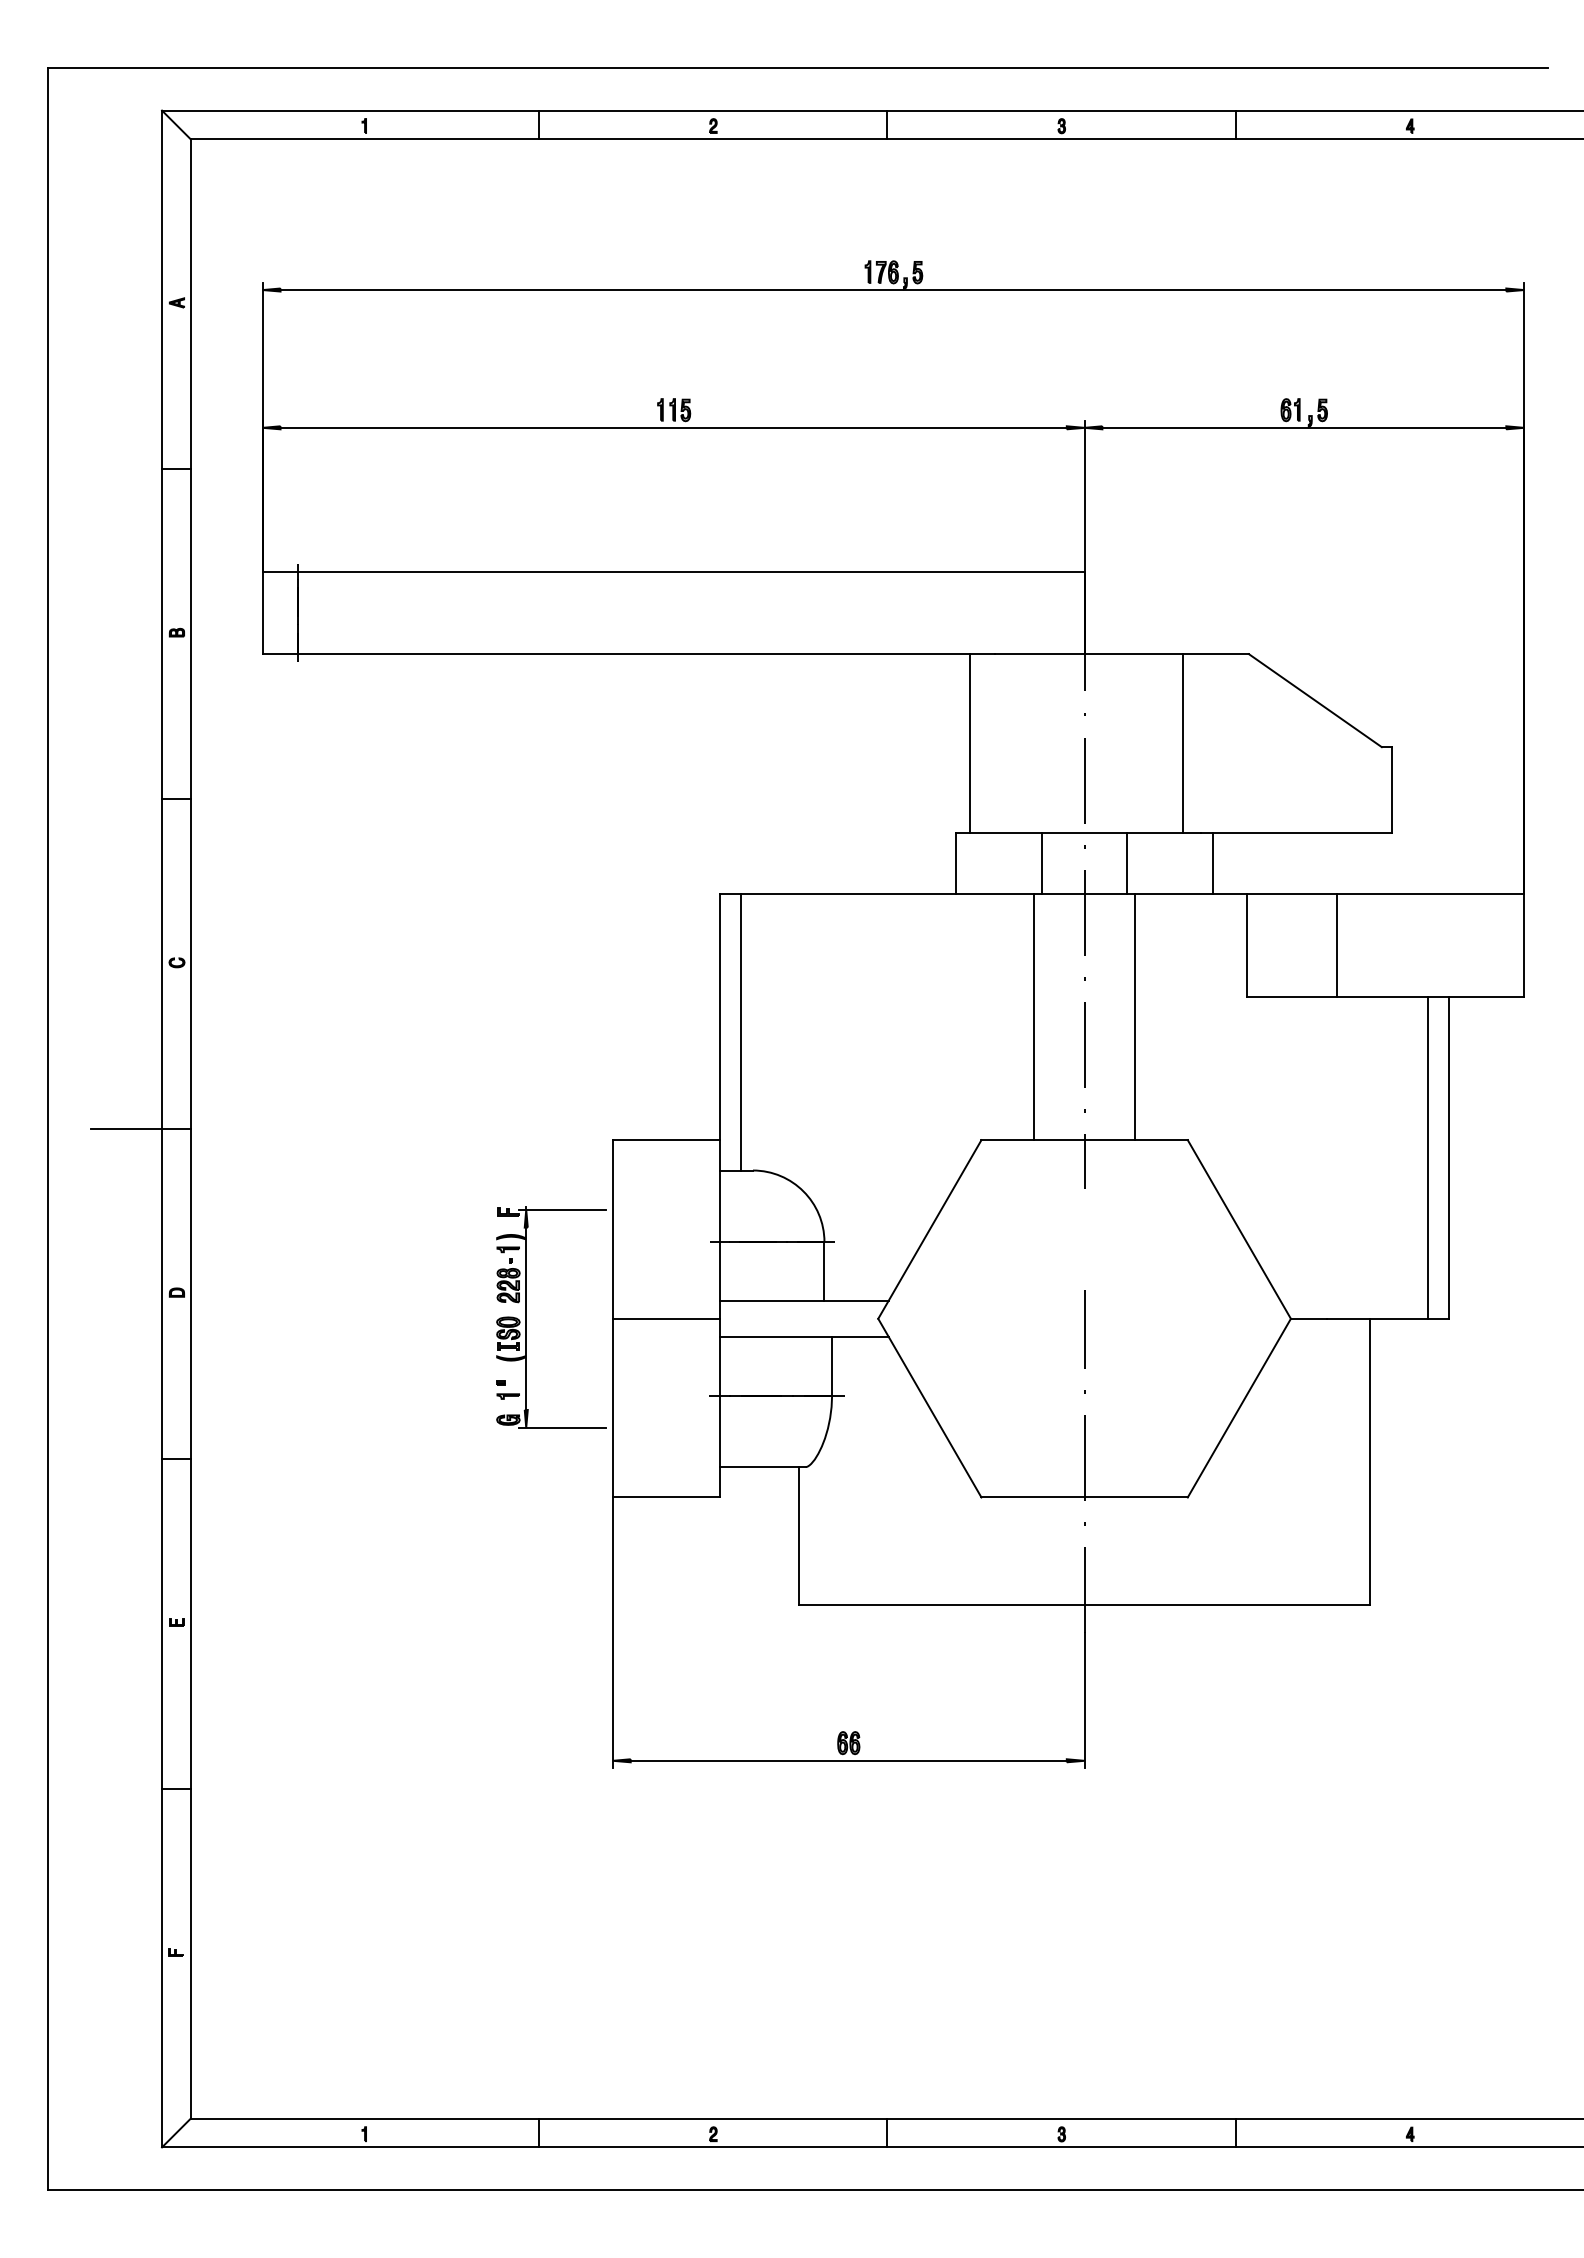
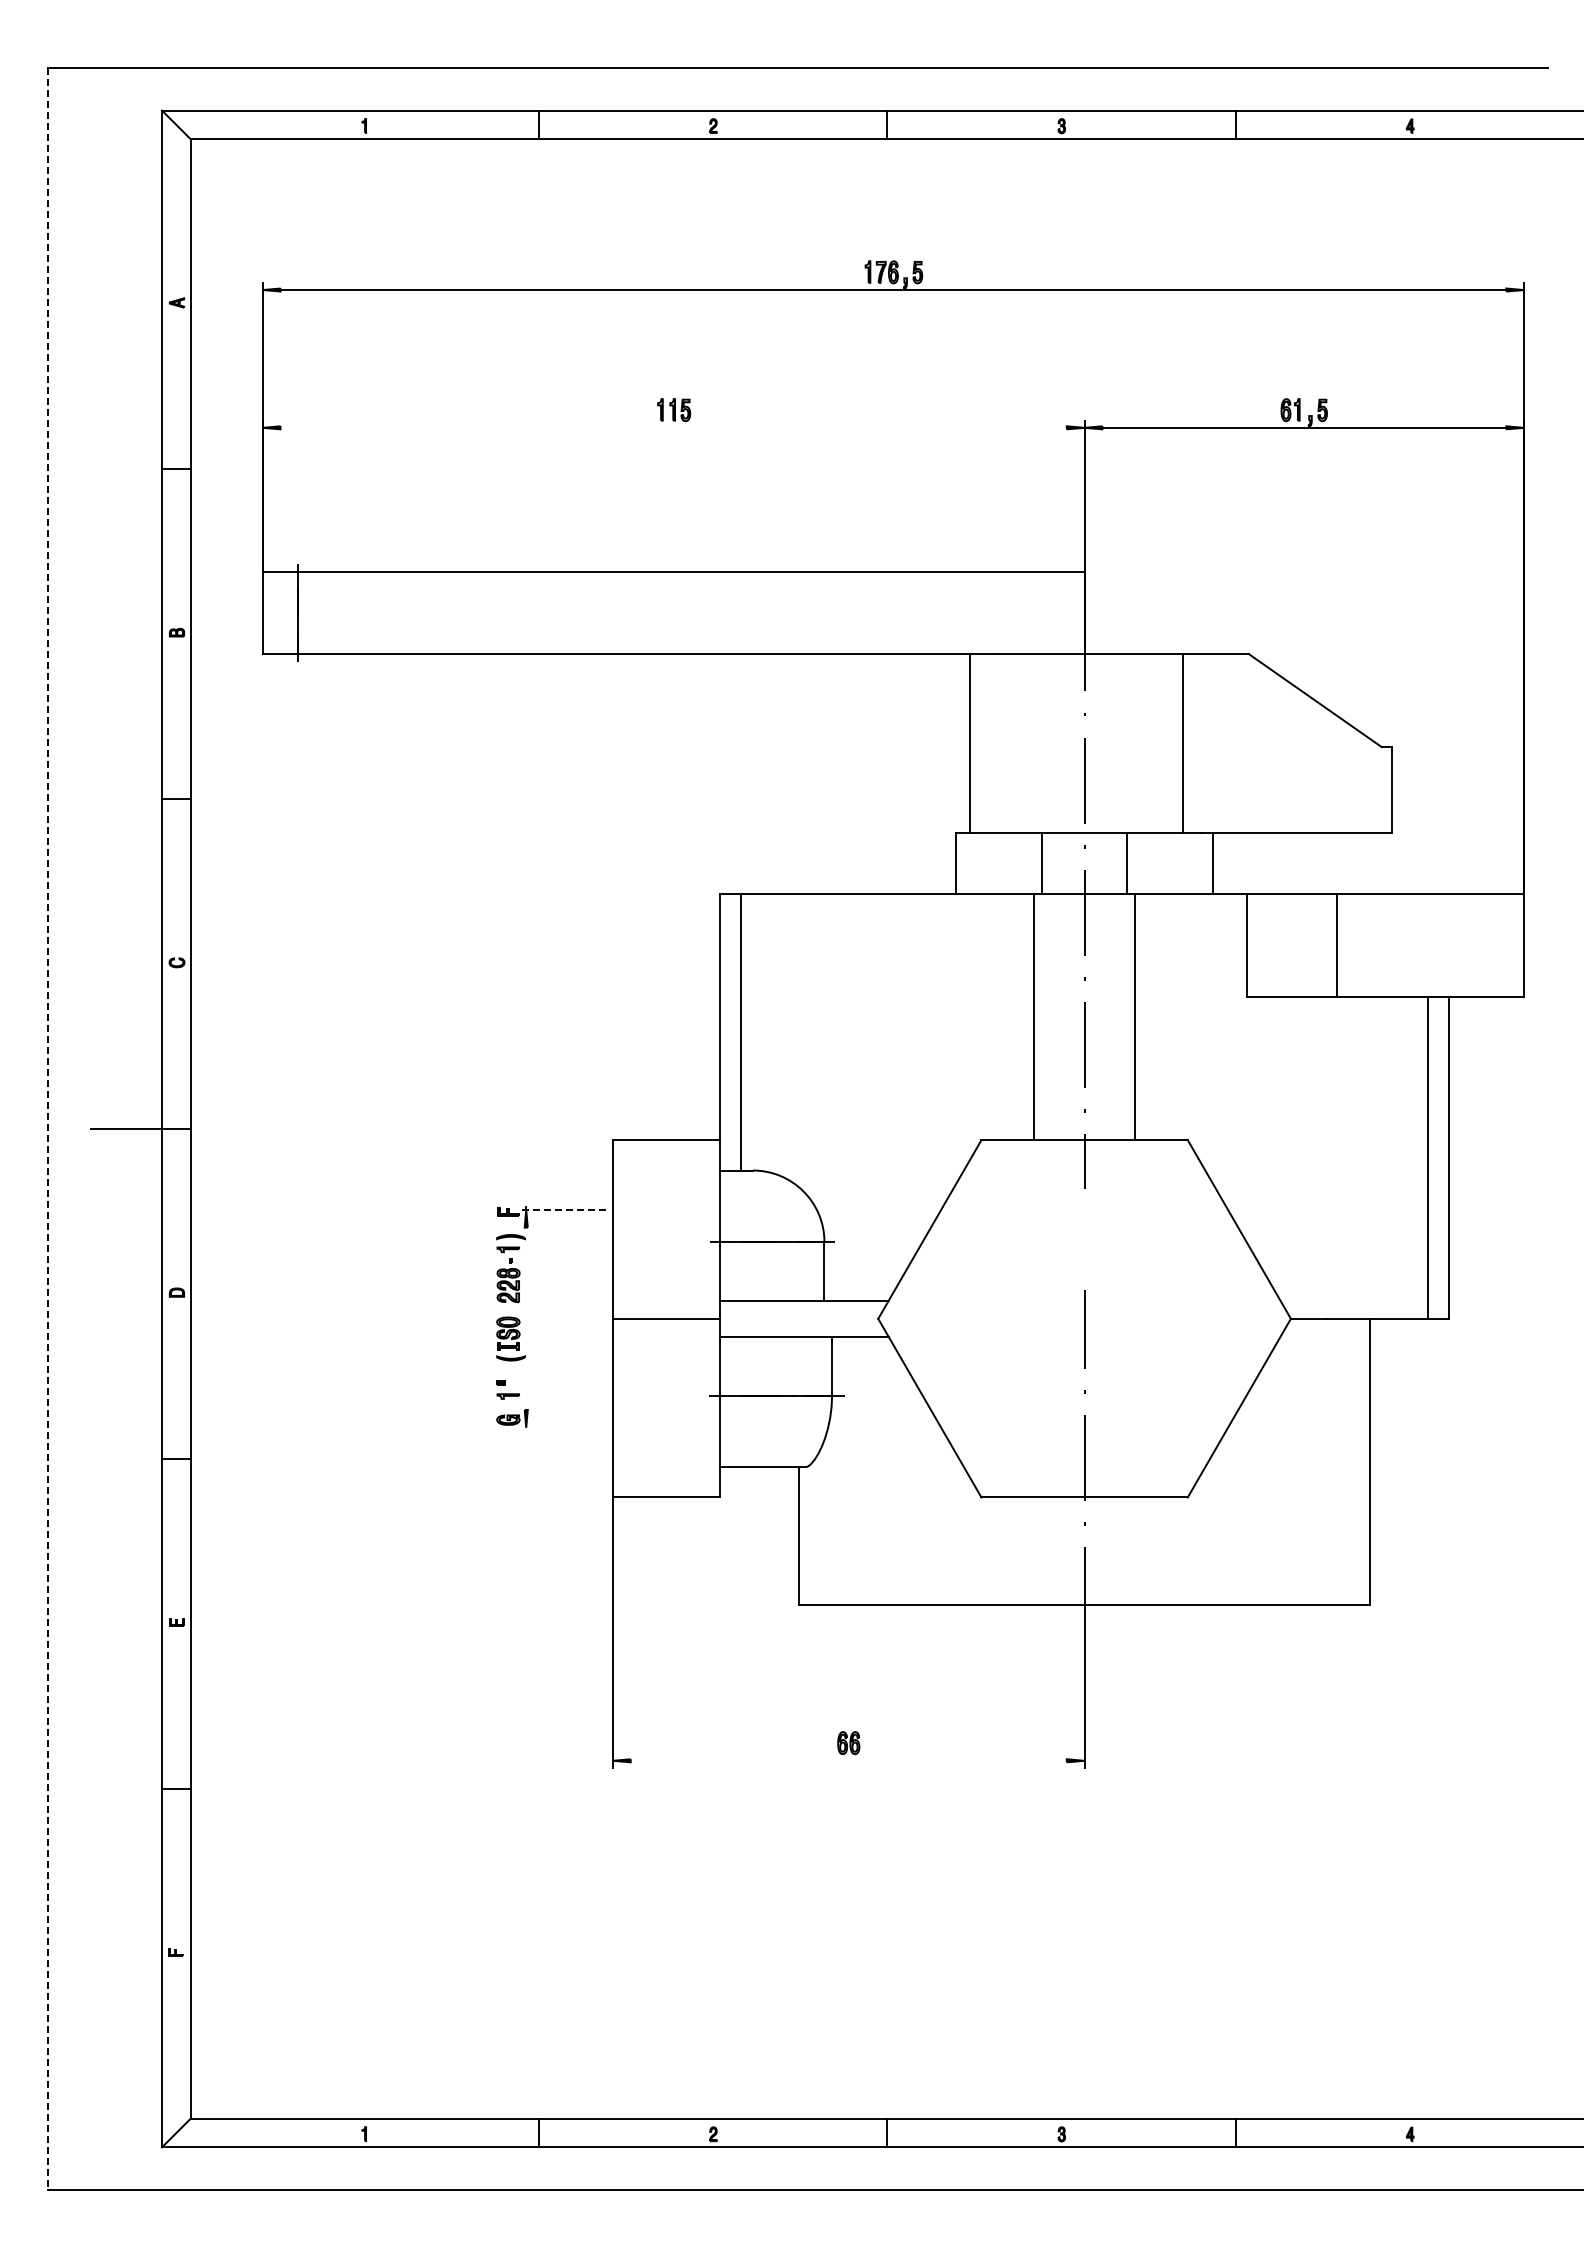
line at (673, 427): present -> none
line at (47, 1129): solid -> dashed
line at (562, 1209): solid -> dashed
line at (526, 1318): present -> none
line at (562, 1427): present -> none
line at (848, 1760): present -> none
